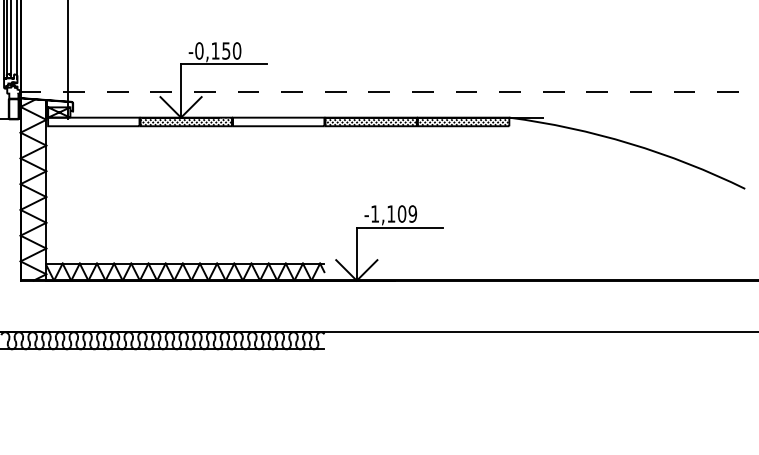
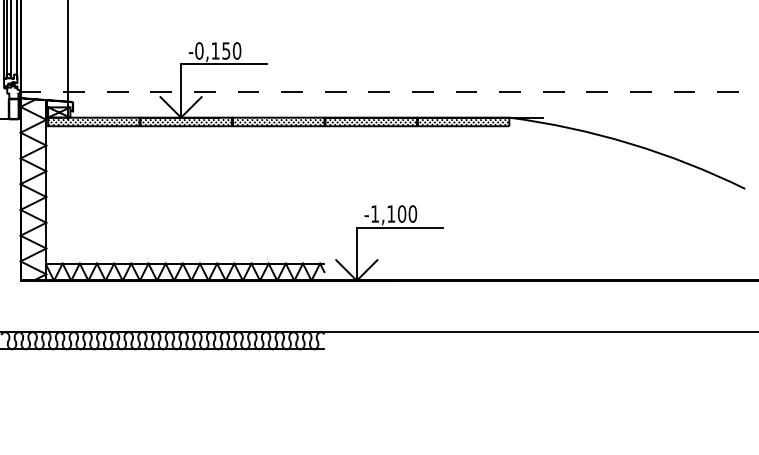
hatch at (93, 121): none -> present
hatch at (278, 121): none -> present
text at (412, 213): -1,109 -> -1,100
